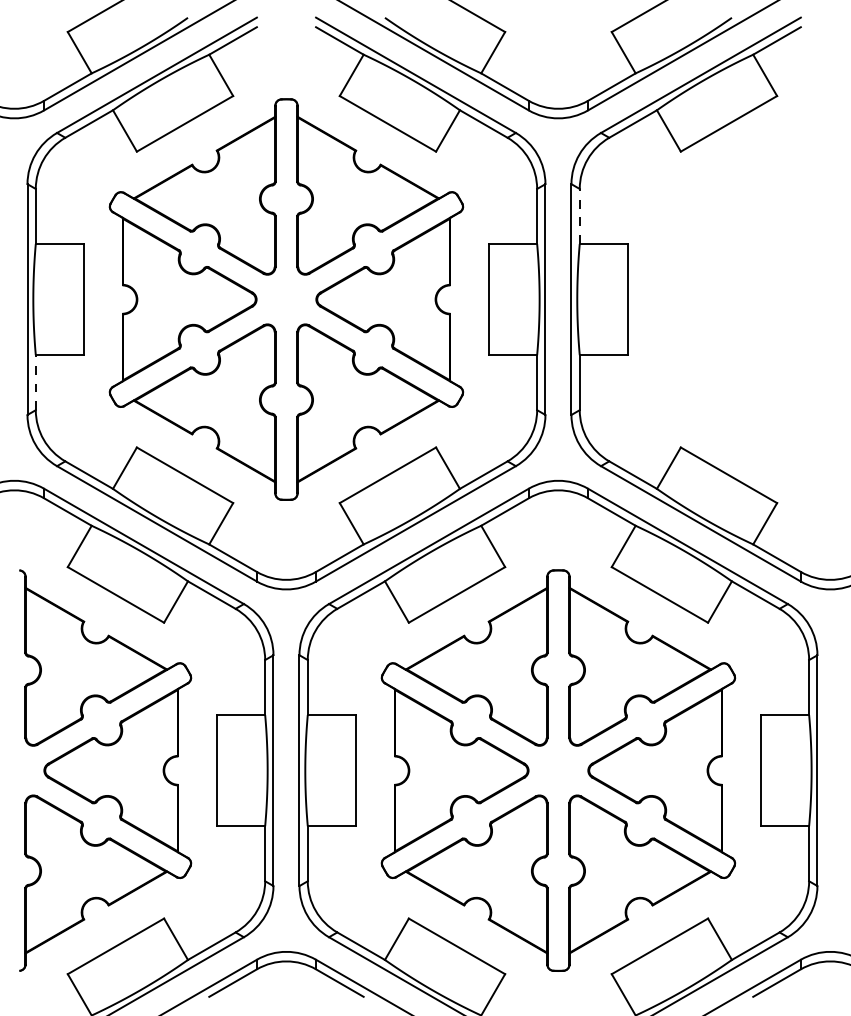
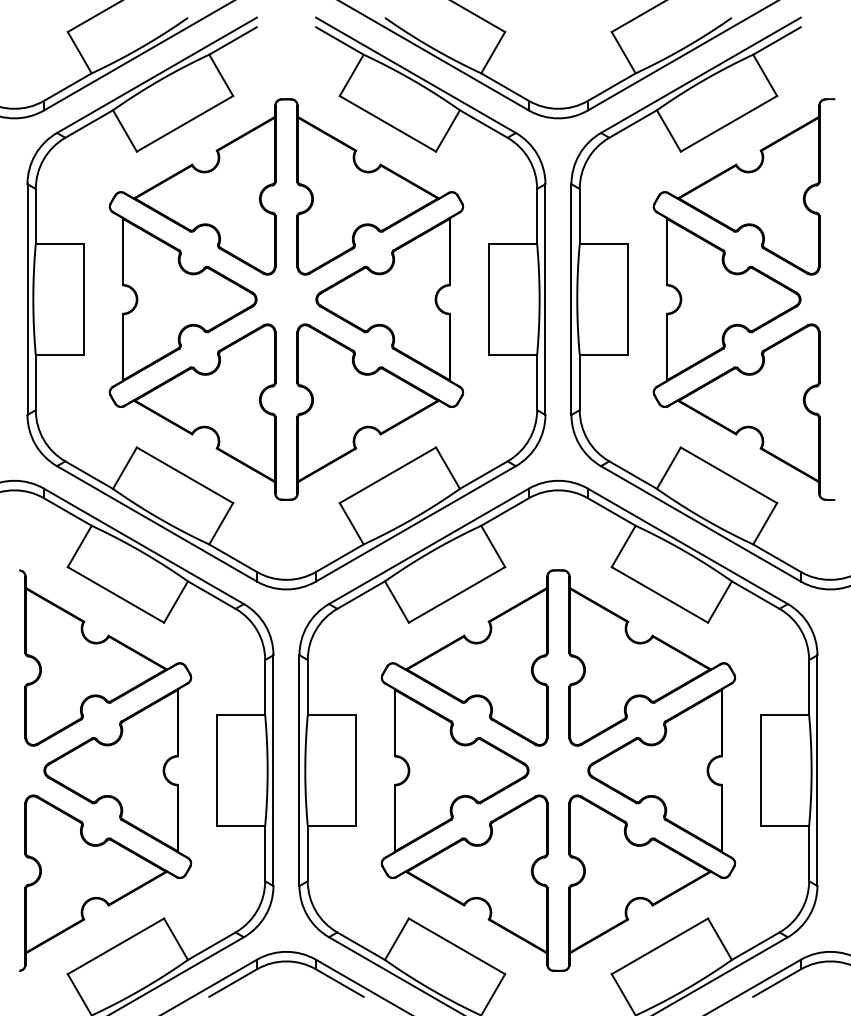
line at (579, 216): dashed -> solid
part at (743, 299): none -> present
line at (35, 382): dashed -> solid
